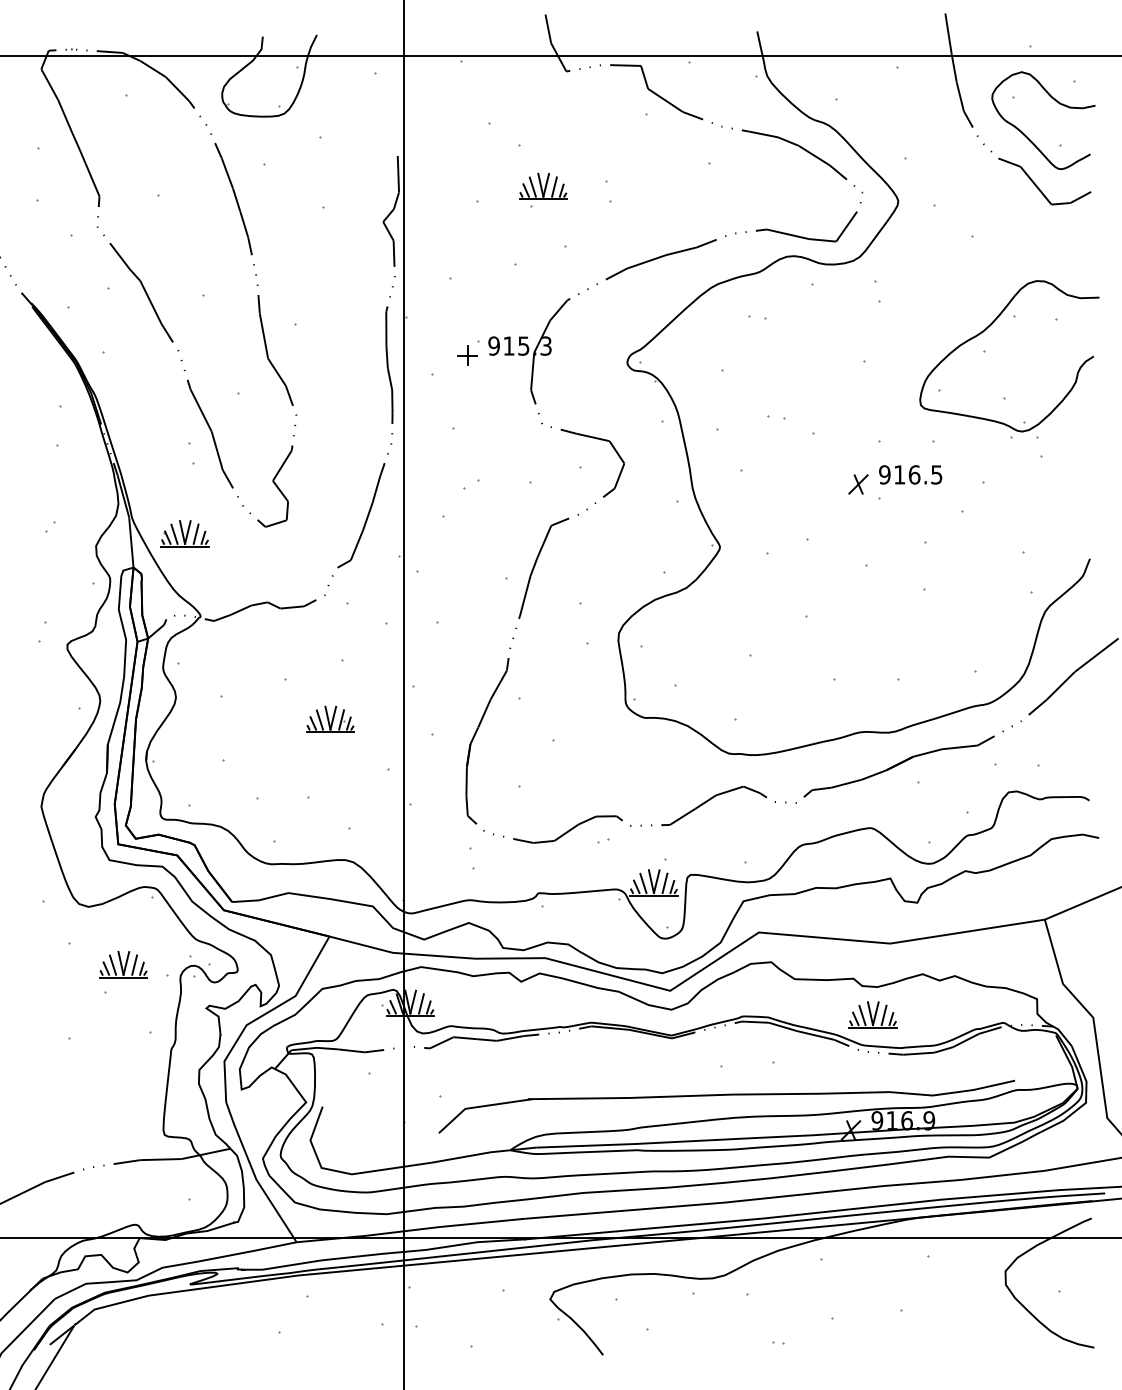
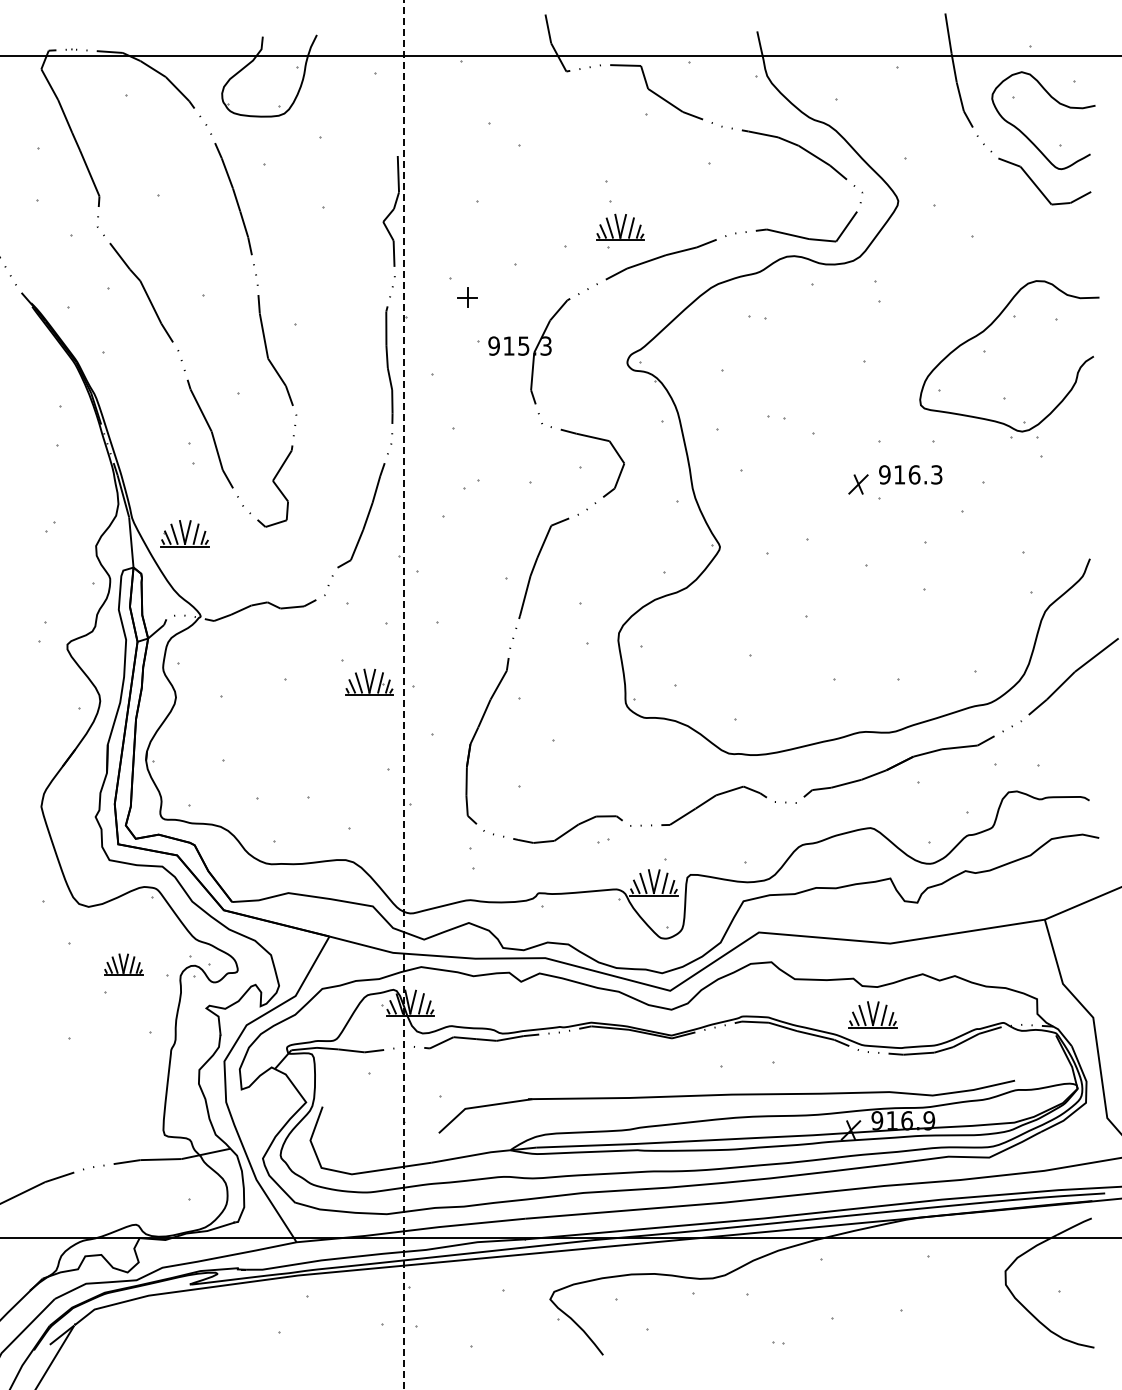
part at (543, 189) position: (543, 189) -> (620, 230)
part at (467, 355) position: (467, 355) -> (467, 297)
text at (936, 474): 916.5 -> 916.3
line at (404, 695): solid -> dashed
part at (330, 718) position: (330, 718) -> (369, 681)
part at (123, 964) size: 49x28 px -> 40x23 px
